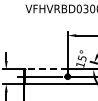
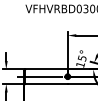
line at (46, 69): dashed -> solid
